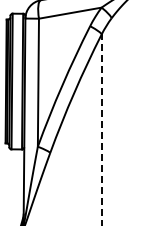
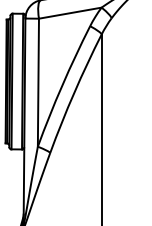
line at (101, 129): dashed -> solid
